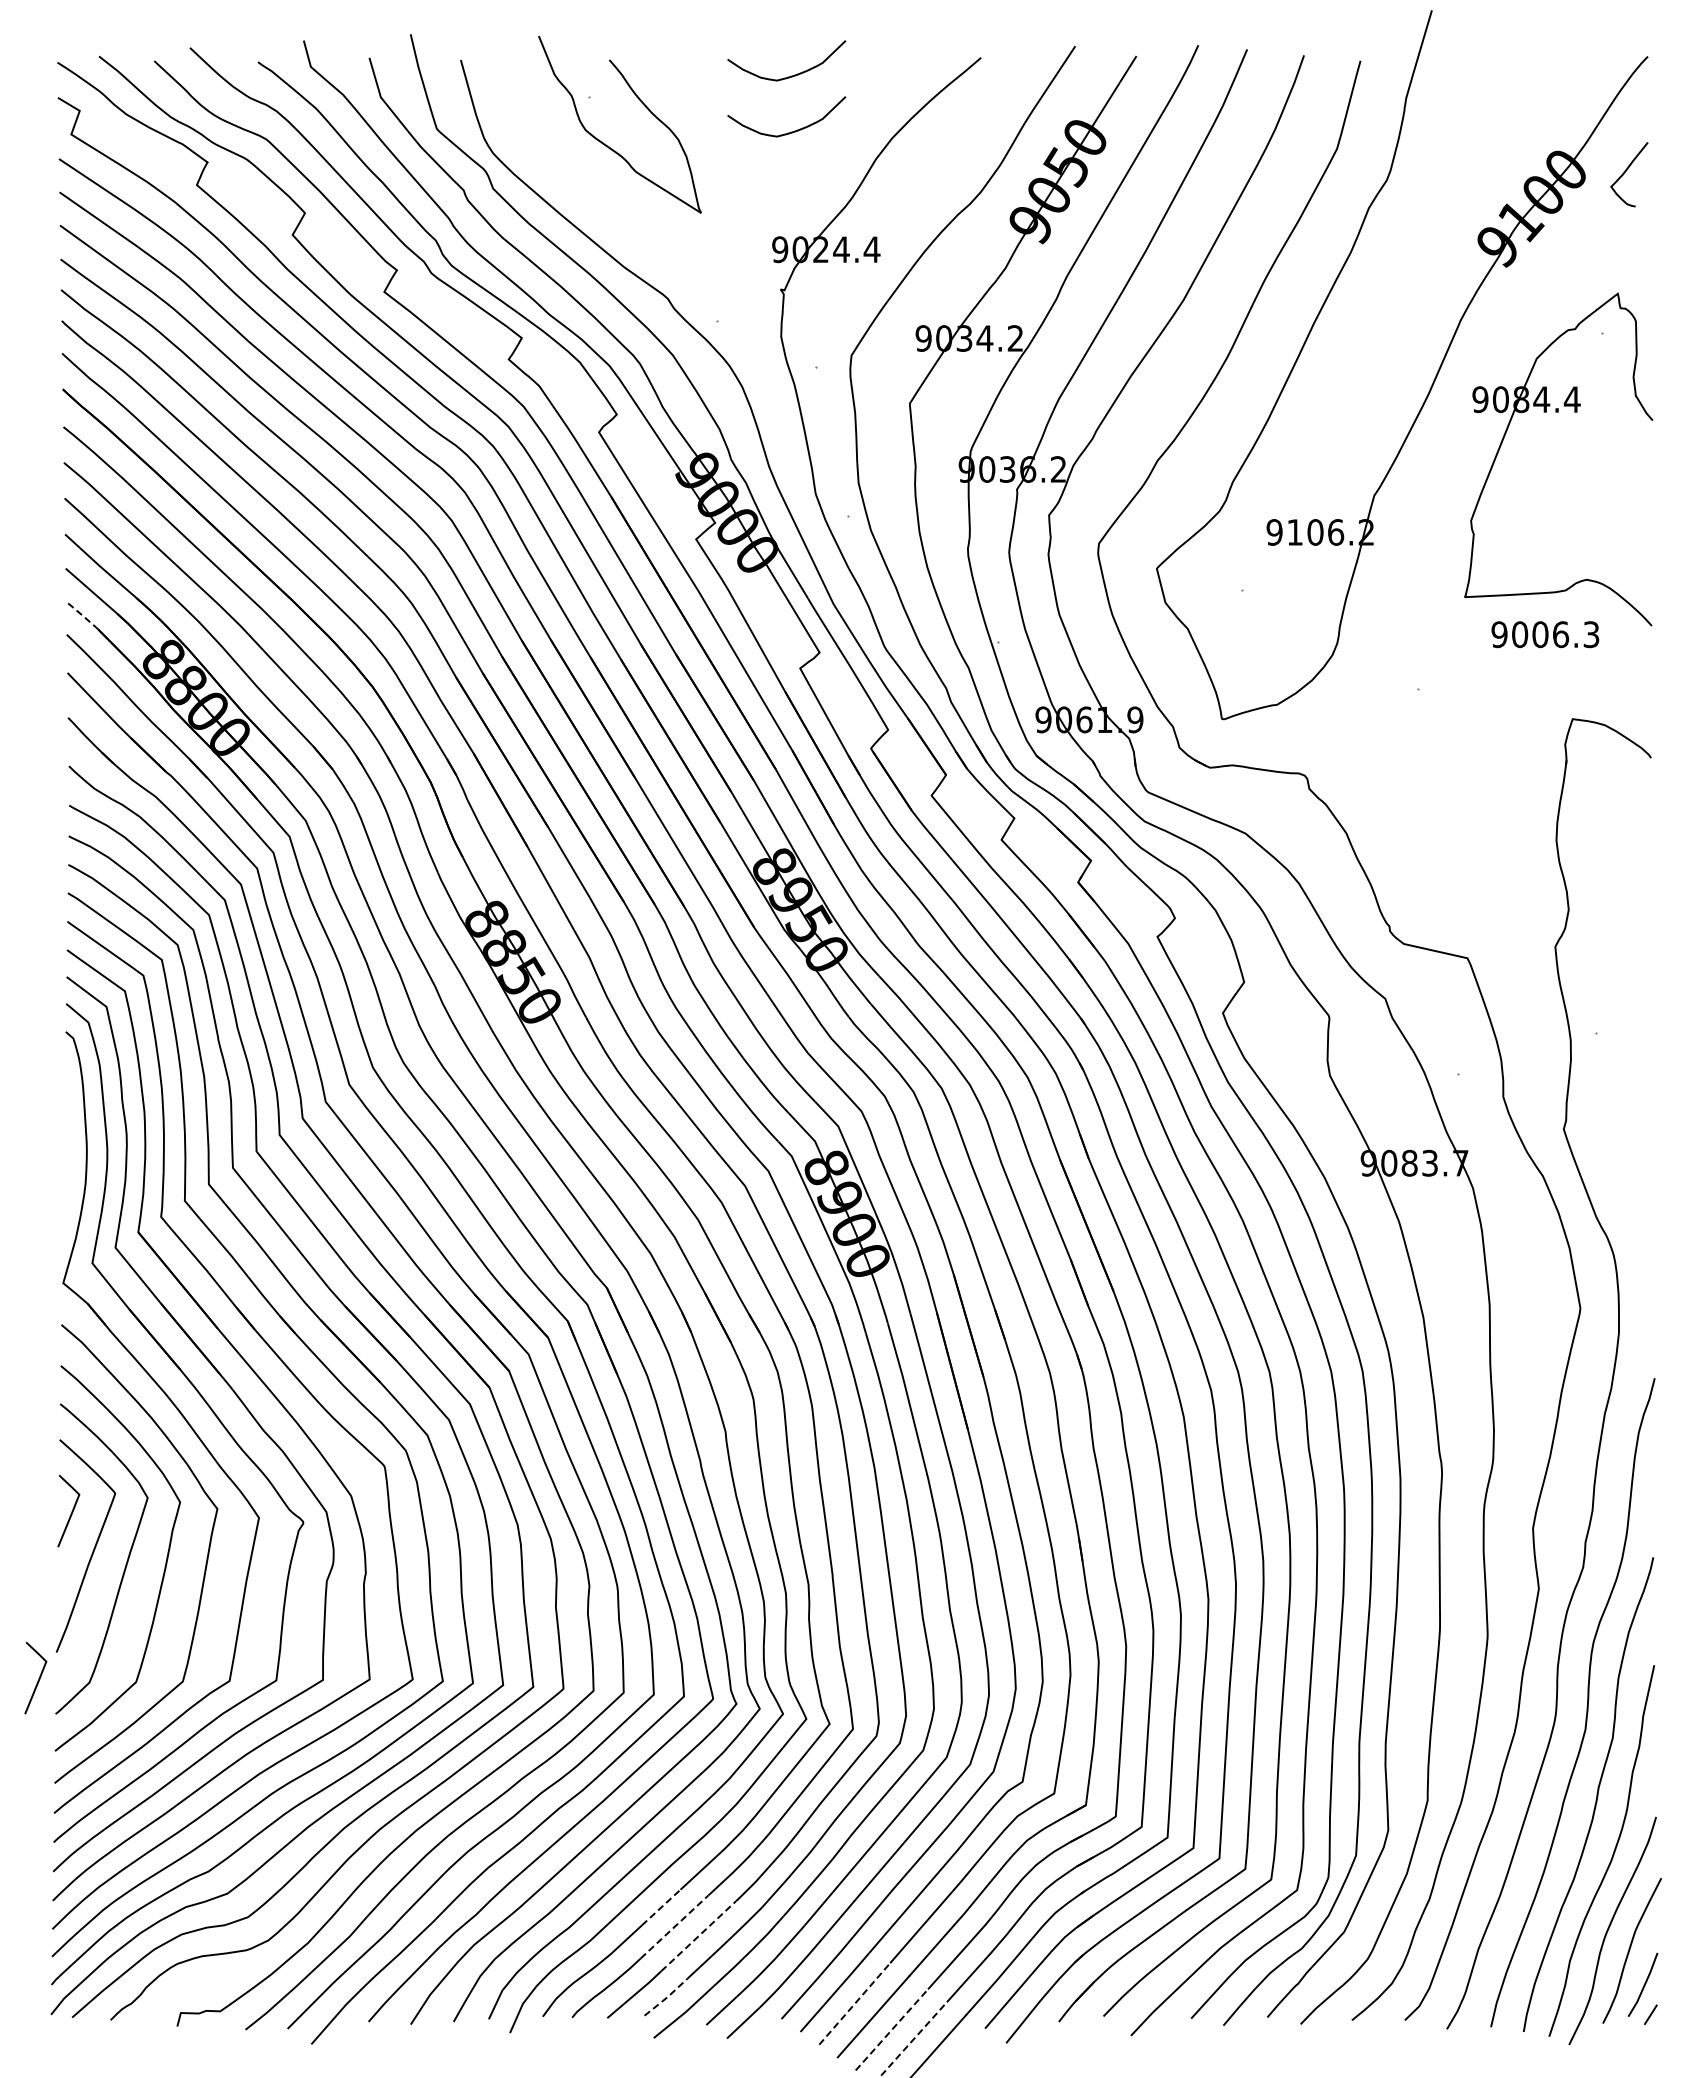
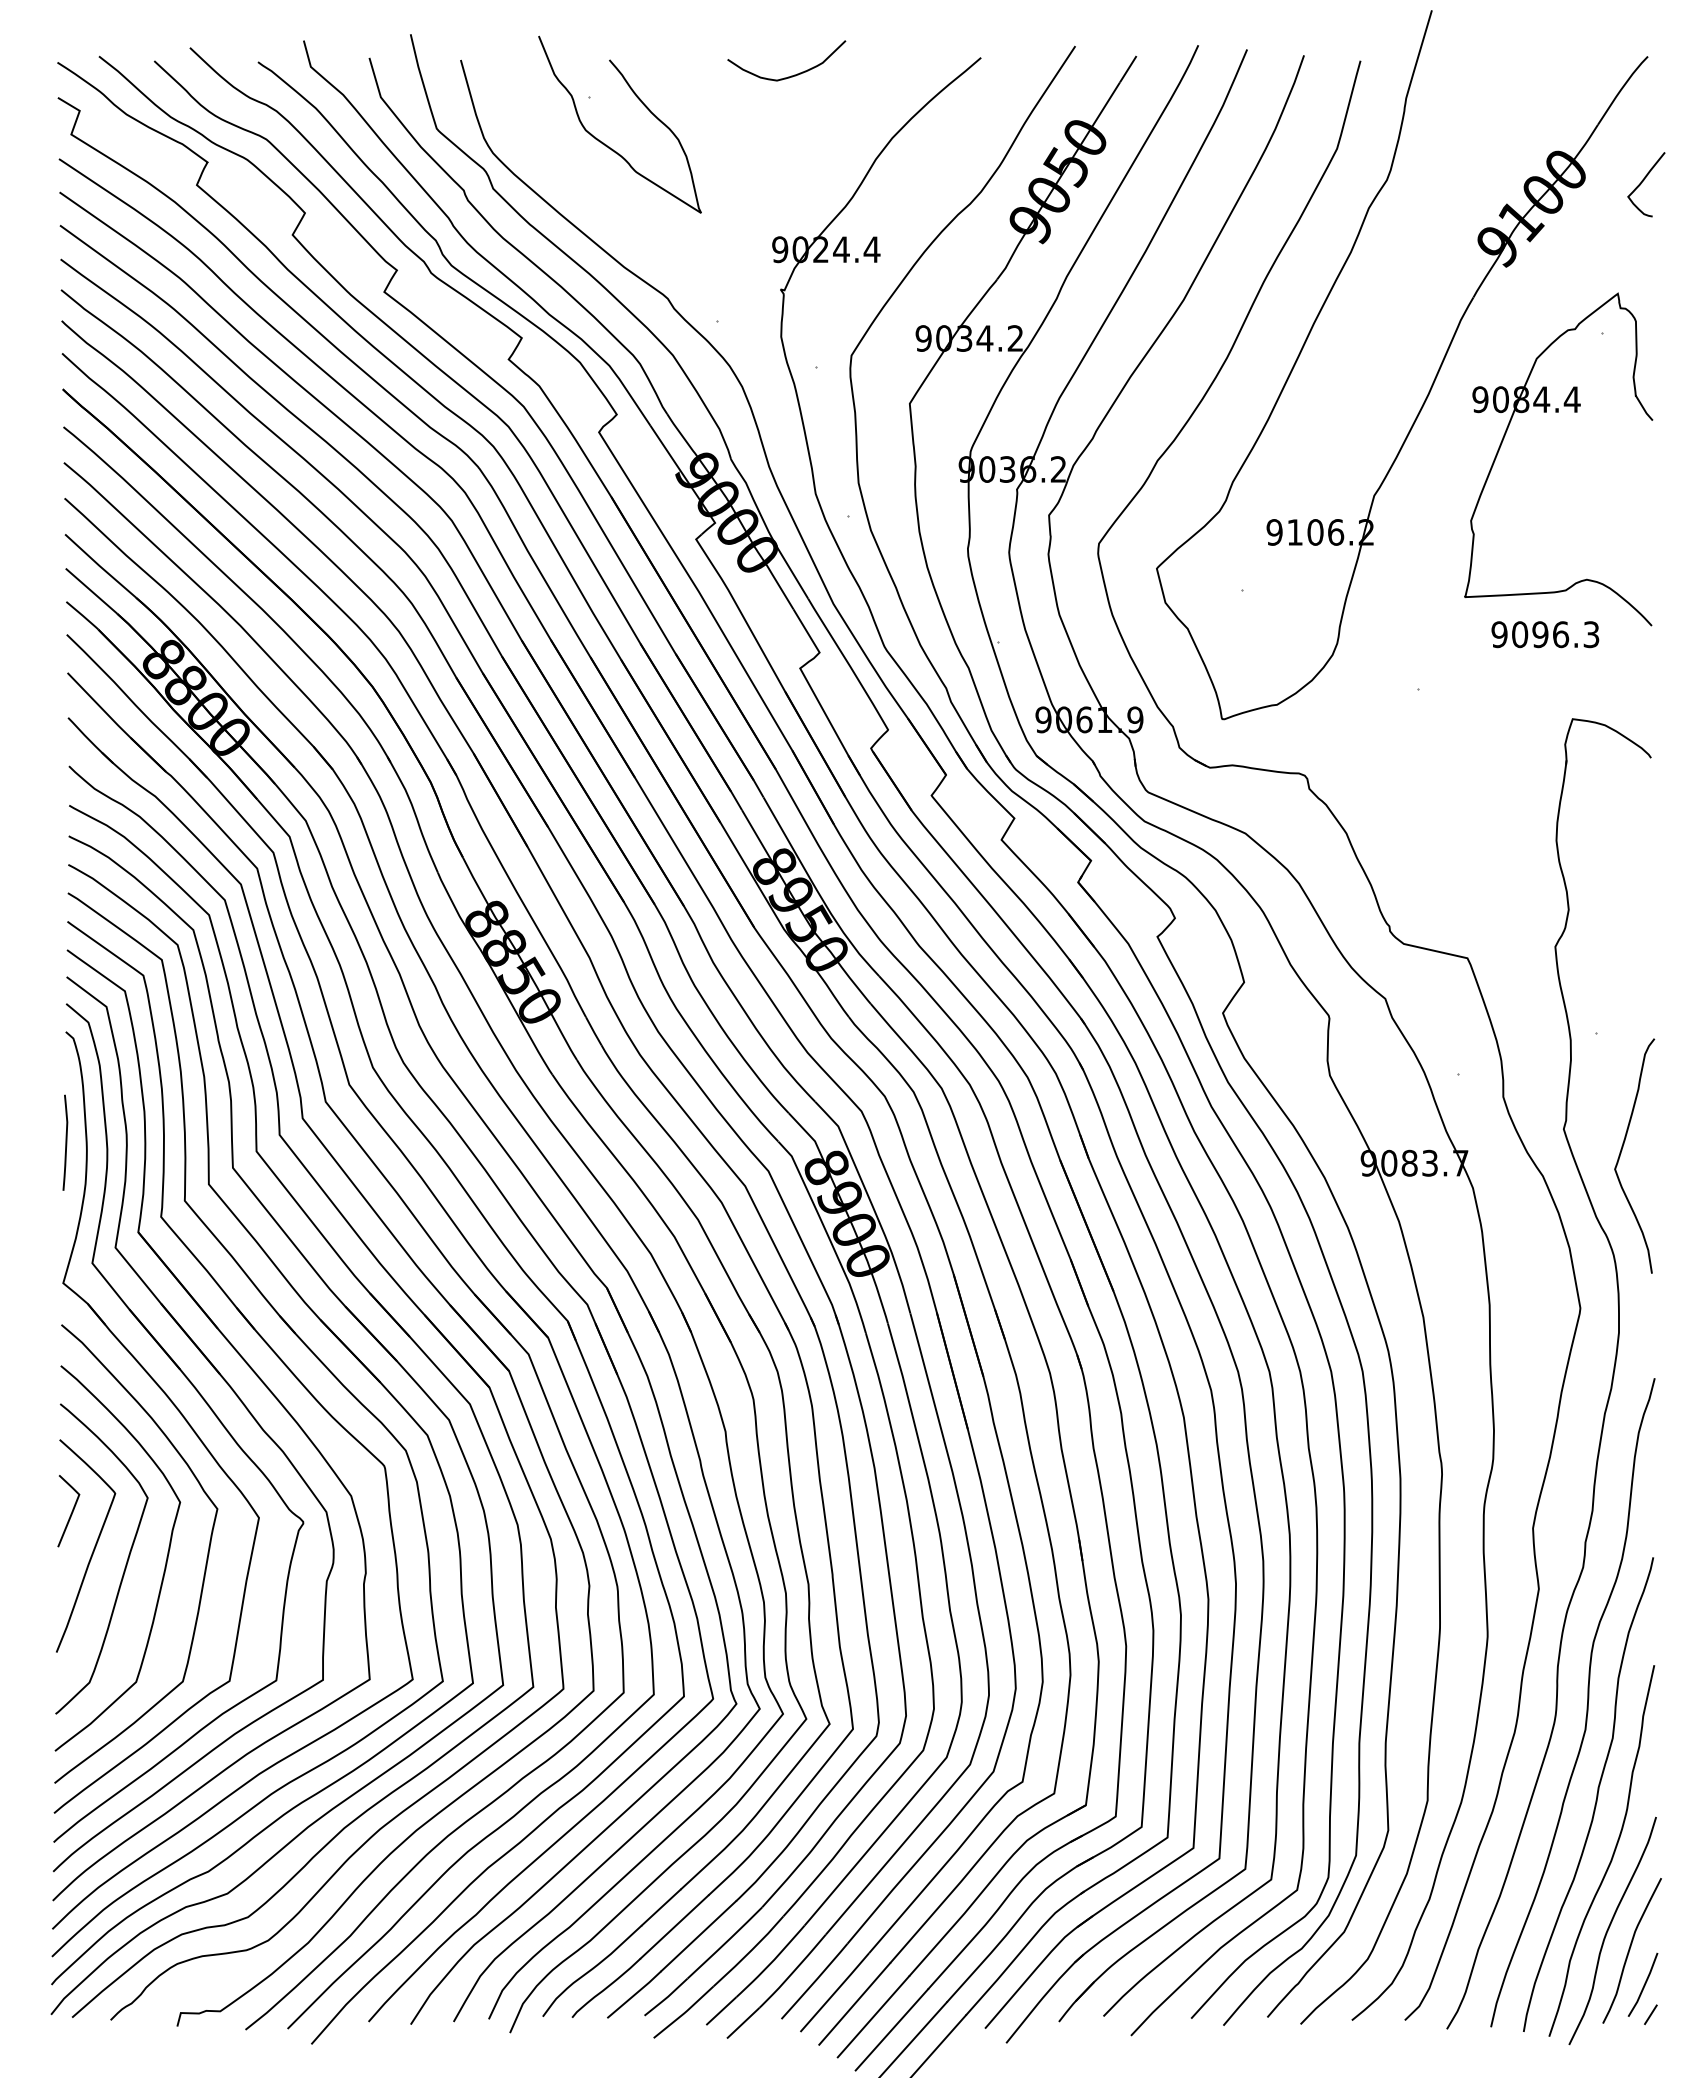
curve at (791, 131): present -> none
curve at (1626, 171) position: (1626, 171) -> (1643, 181)
line at (82, 615): dashed -> solid
text at (1540, 634): 9006.3 -> 9096.3
curve at (65, 1142): none -> present
curve at (1622, 1150): none -> present
line at (37, 1680): present -> none
line at (661, 1907): dashed -> solid
line at (674, 1926): dashed -> solid
line at (699, 1935): dashed -> solid
line at (666, 1997): dashed -> solid
line at (855, 2003): dashed -> solid
line at (892, 2029): dashed -> solid
line at (913, 2040): dashed -> solid
